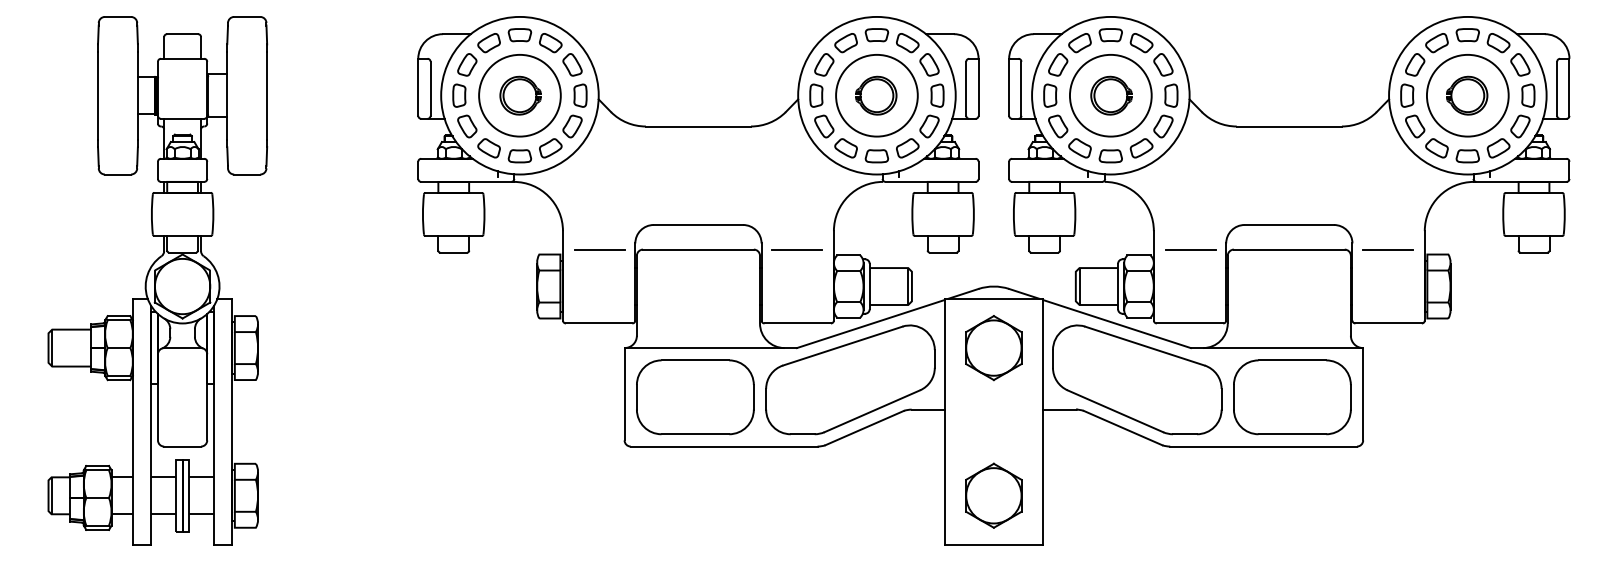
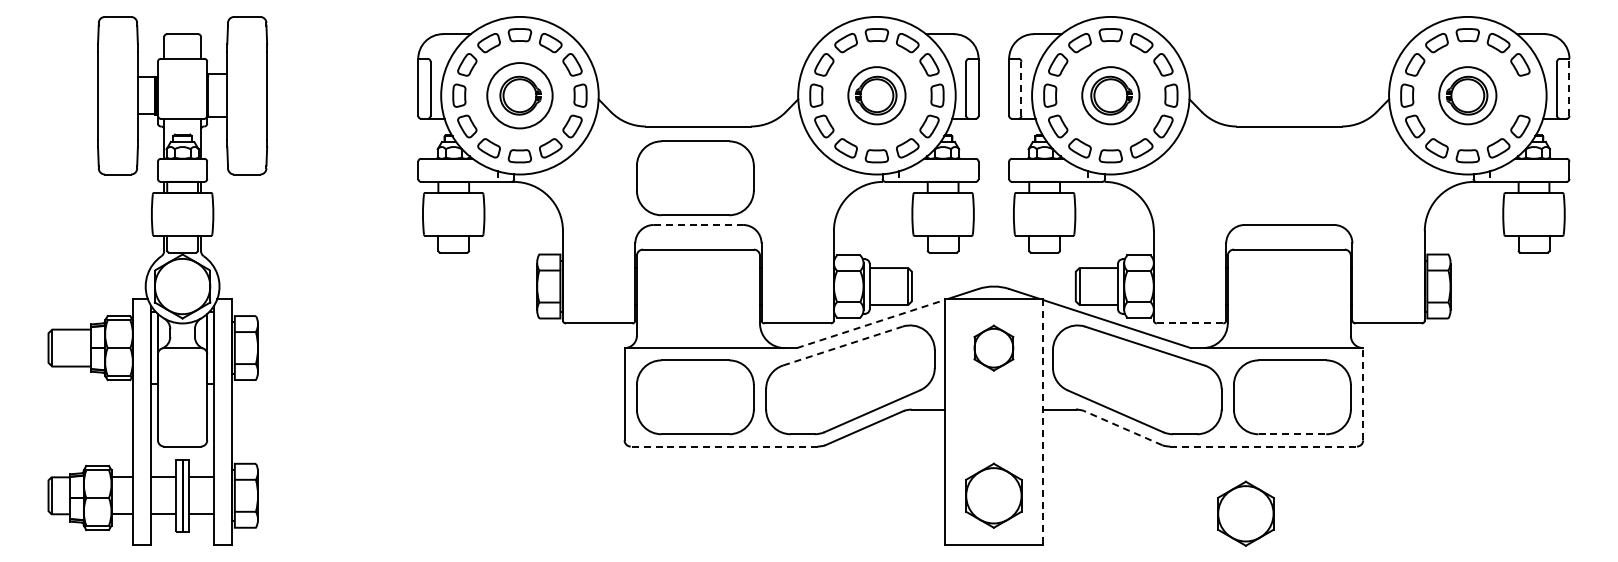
line at (1569, 87): solid -> dashed
line at (1021, 88): solid -> dashed
circle at (519, 95) diameter: 82 px -> 65 px
circle at (876, 95) diameter: 82 px -> 57 px
circle at (1110, 95) diameter: 82 px -> 57 px
circle at (1467, 95) diameter: 82 px -> 57 px
part at (1528, 95): present -> none
part at (695, 178): none -> present
line at (698, 224): solid -> dashed
line at (599, 249): present -> none
line at (796, 249): present -> none
line at (1190, 249): present -> none
line at (1387, 249): present -> none
line at (1189, 323): solid -> dashed
line at (870, 324): solid -> dashed
line at (842, 346): solid -> dashed
part at (993, 348) size: 58x67 px -> 42x48 px
line at (1363, 393): solid -> dashed
line at (1043, 422): solid -> dashed
line at (1123, 428): solid -> dashed
line at (1292, 434): solid -> dashed
line at (723, 446): solid -> dashed
line at (1264, 446): solid -> dashed
part at (1245, 513): none -> present
